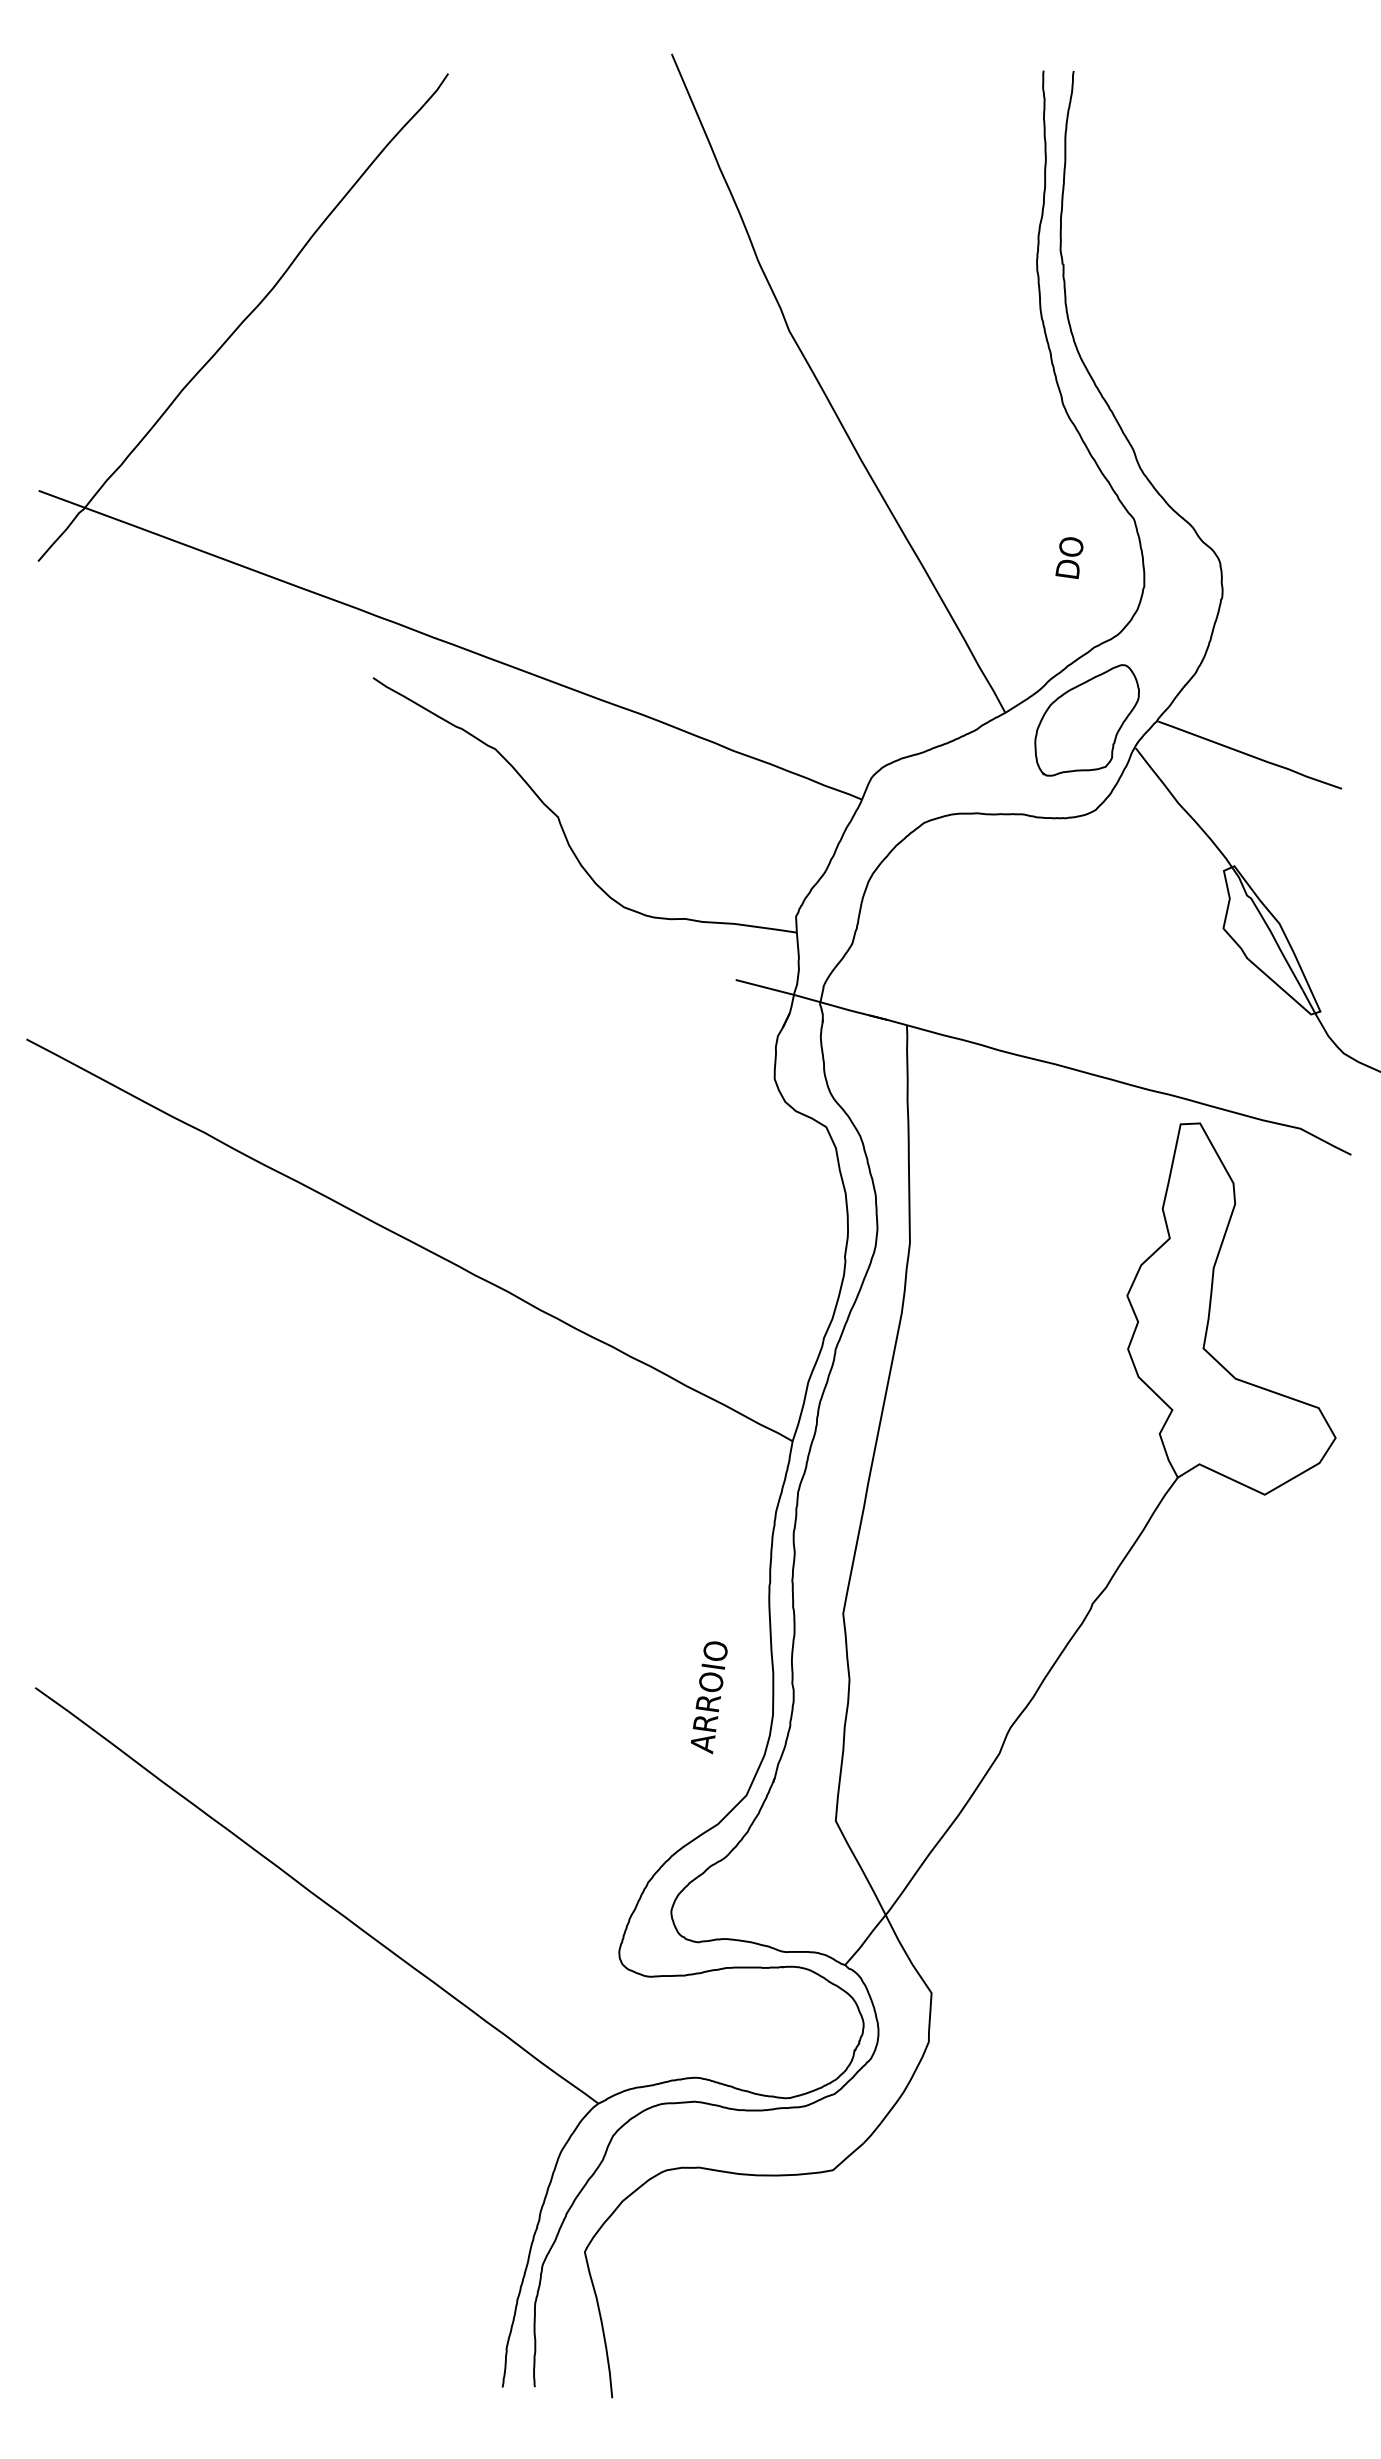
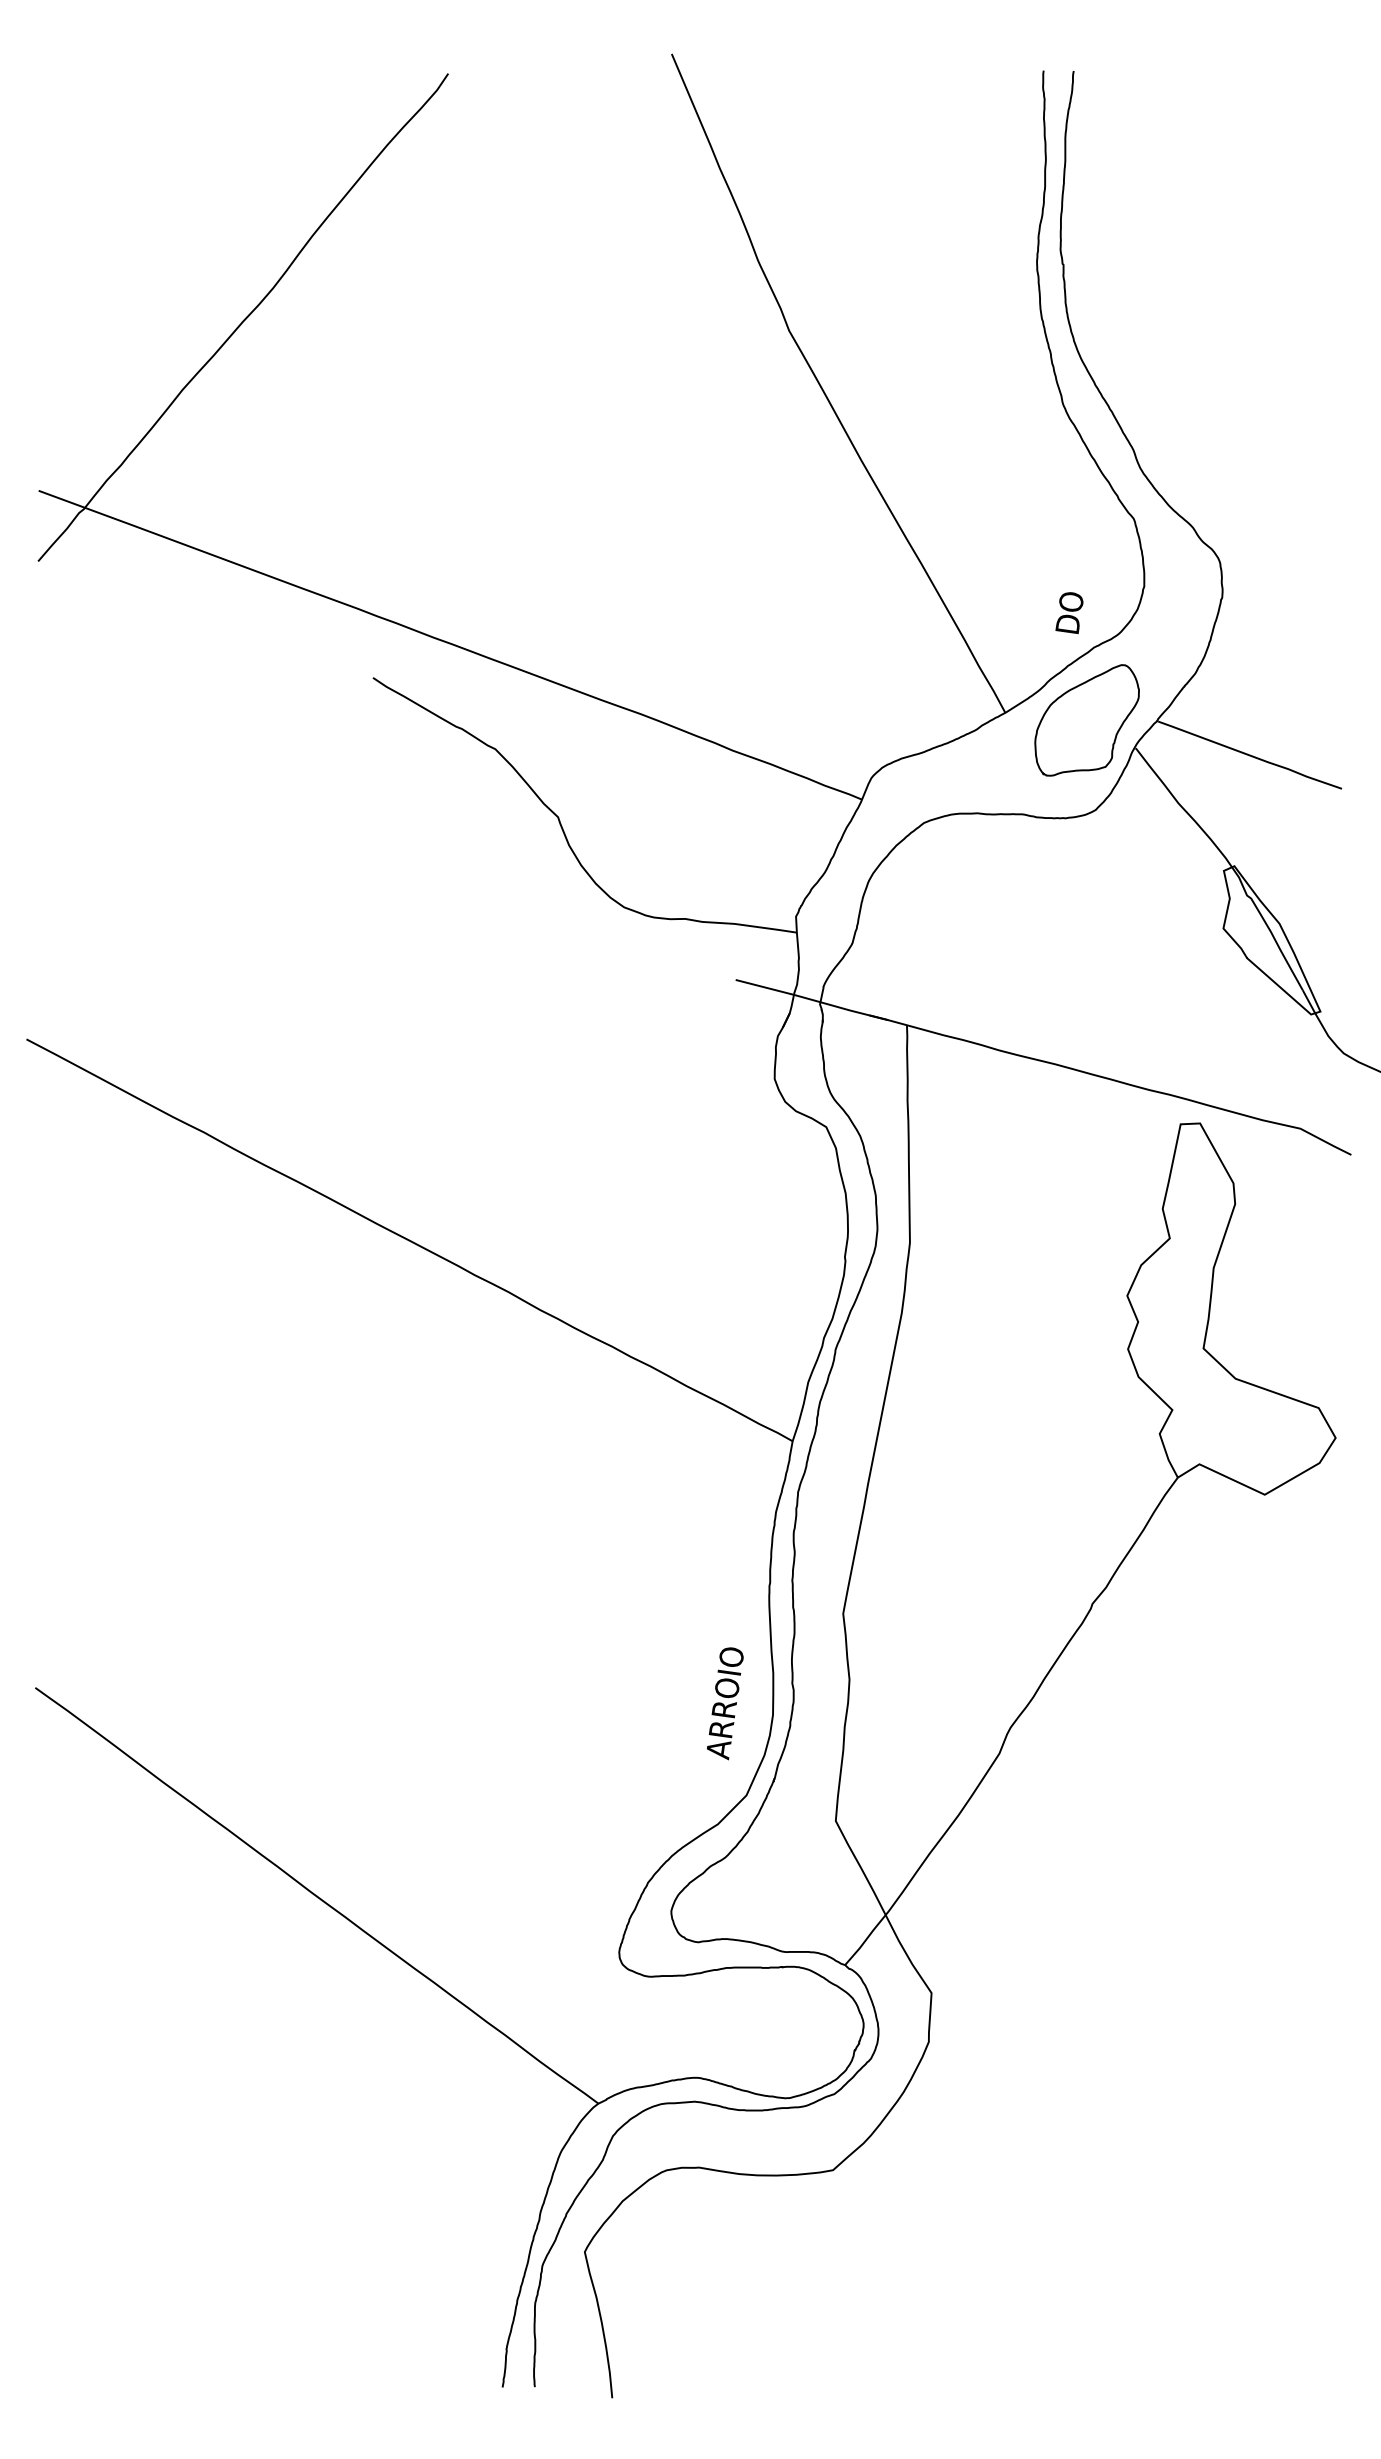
text at (1069, 558) position: (1069, 558) -> (1069, 613)
text at (709, 1697) position: (709, 1697) -> (725, 1703)
